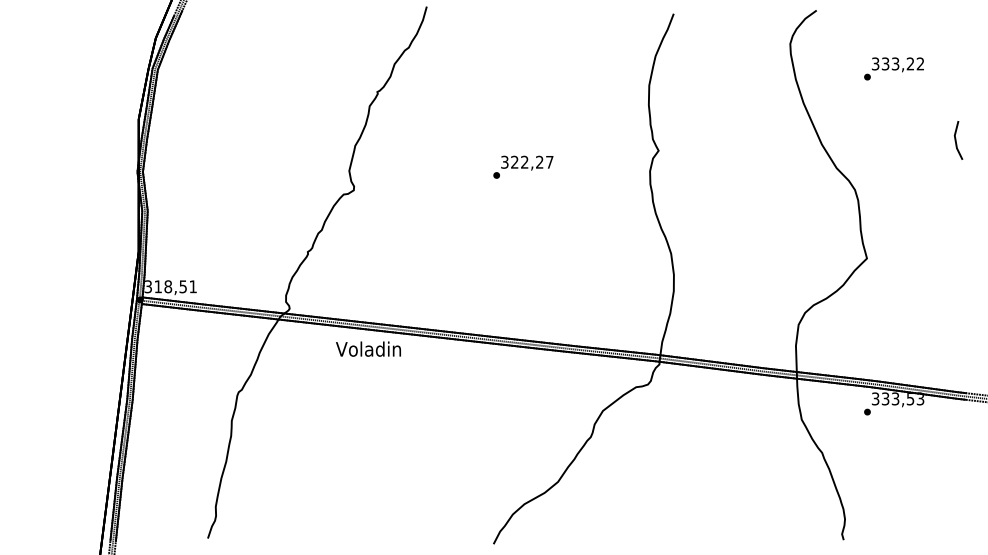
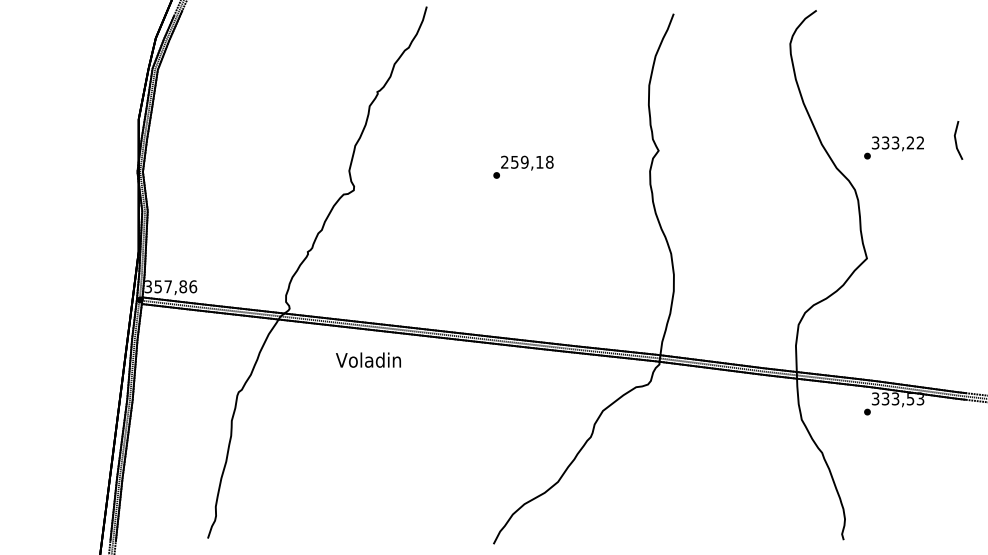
text at (893, 68) position: (893, 68) -> (893, 147)
text at (527, 161): 322,27 -> 259,18
text at (175, 286): 318,51 -> 357,86
text at (368, 348) position: (368, 348) -> (368, 359)
